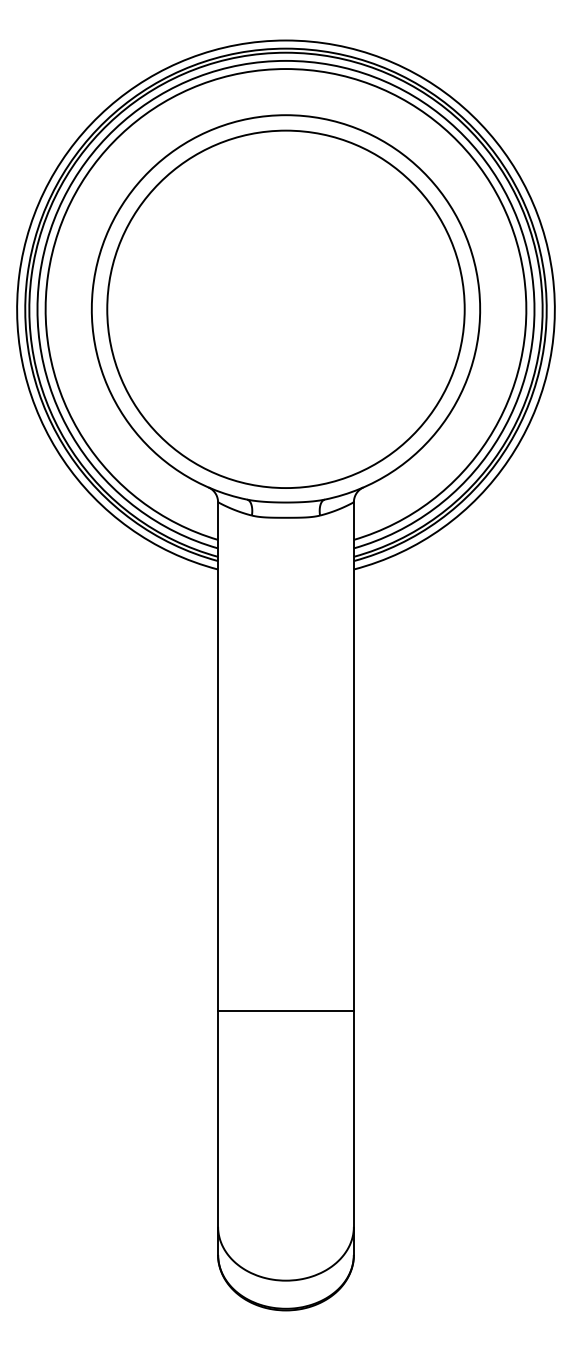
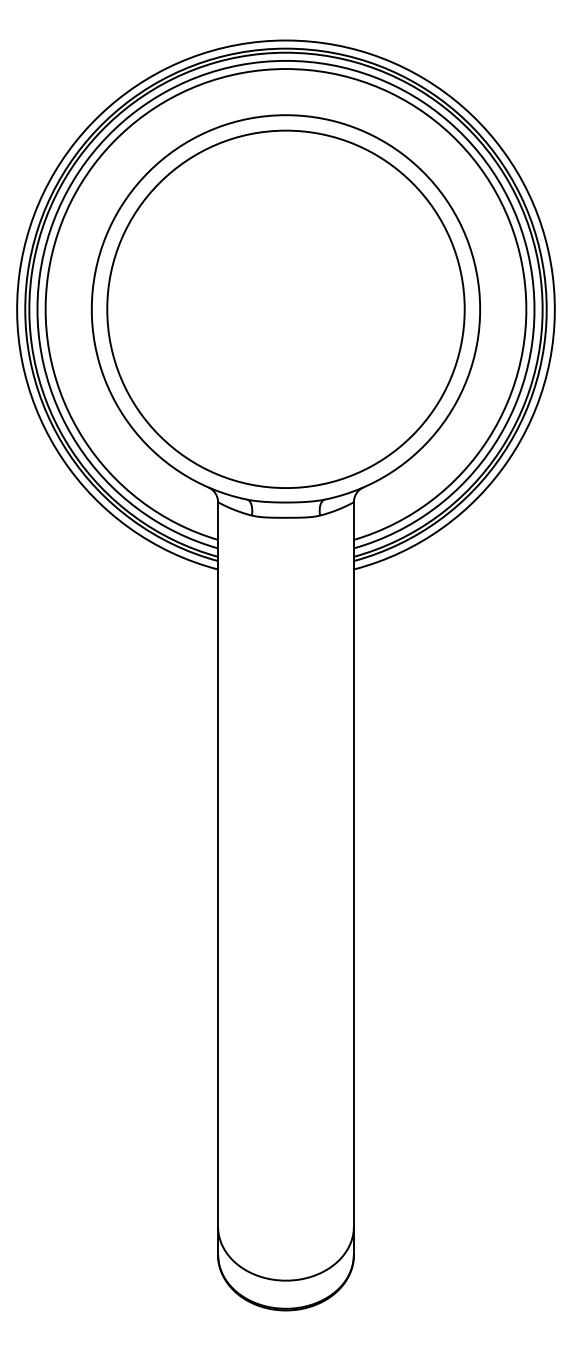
line at (285, 1011): present -> none
